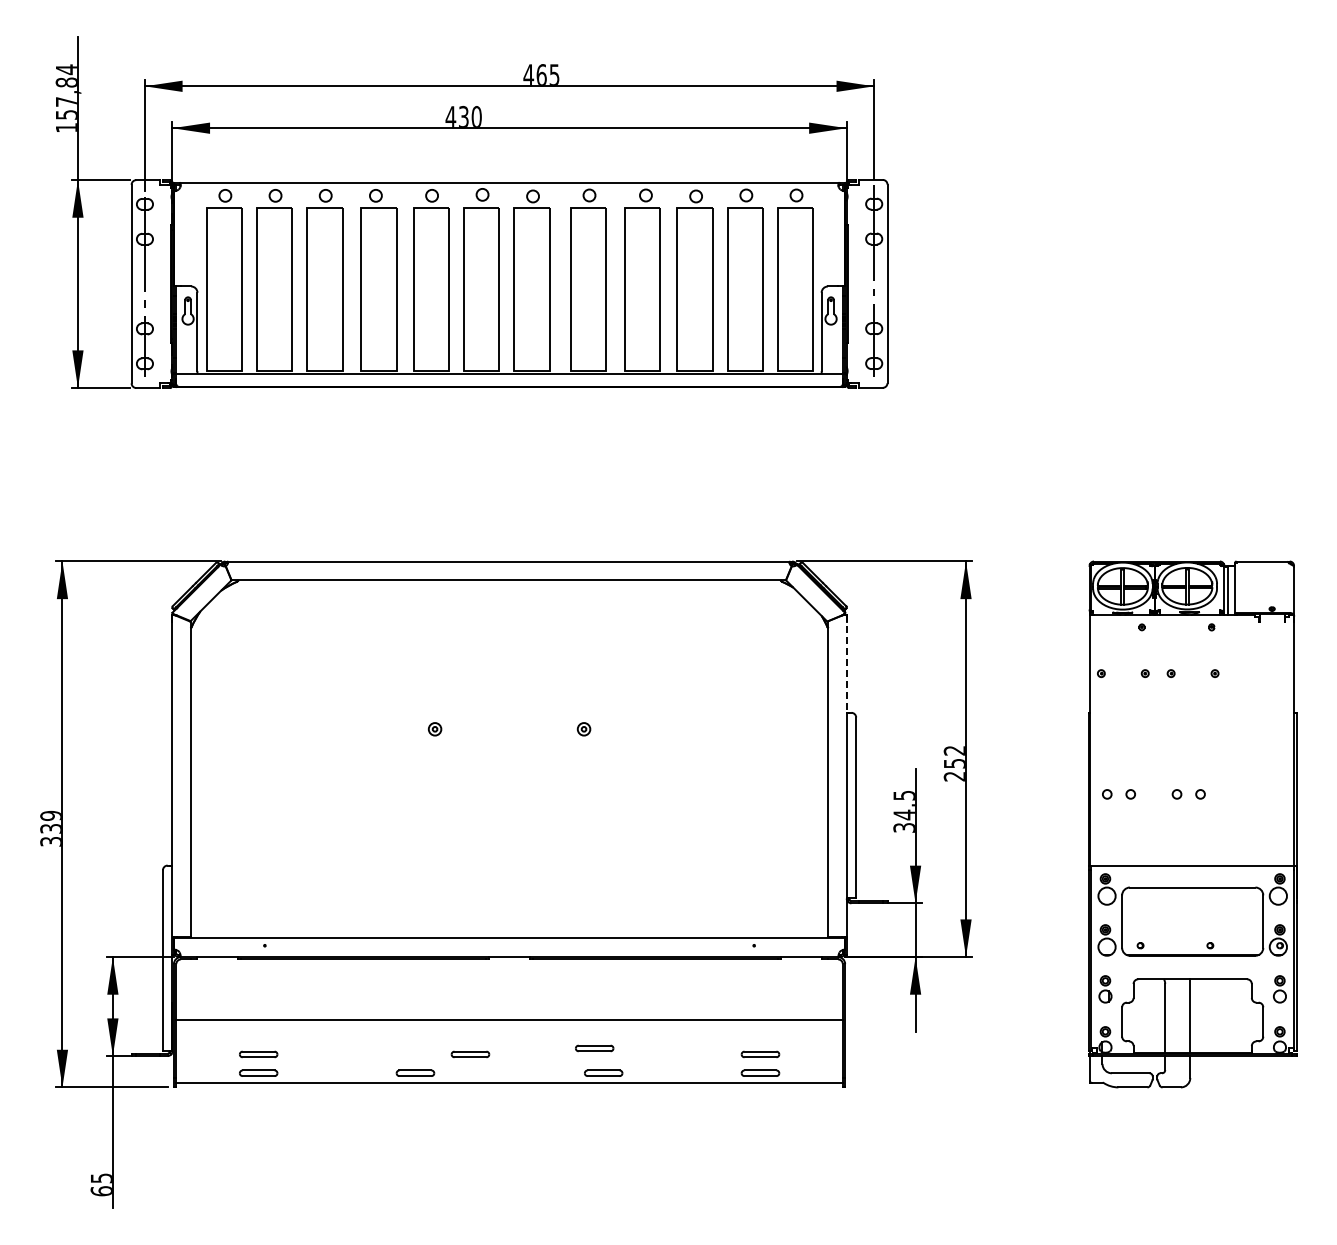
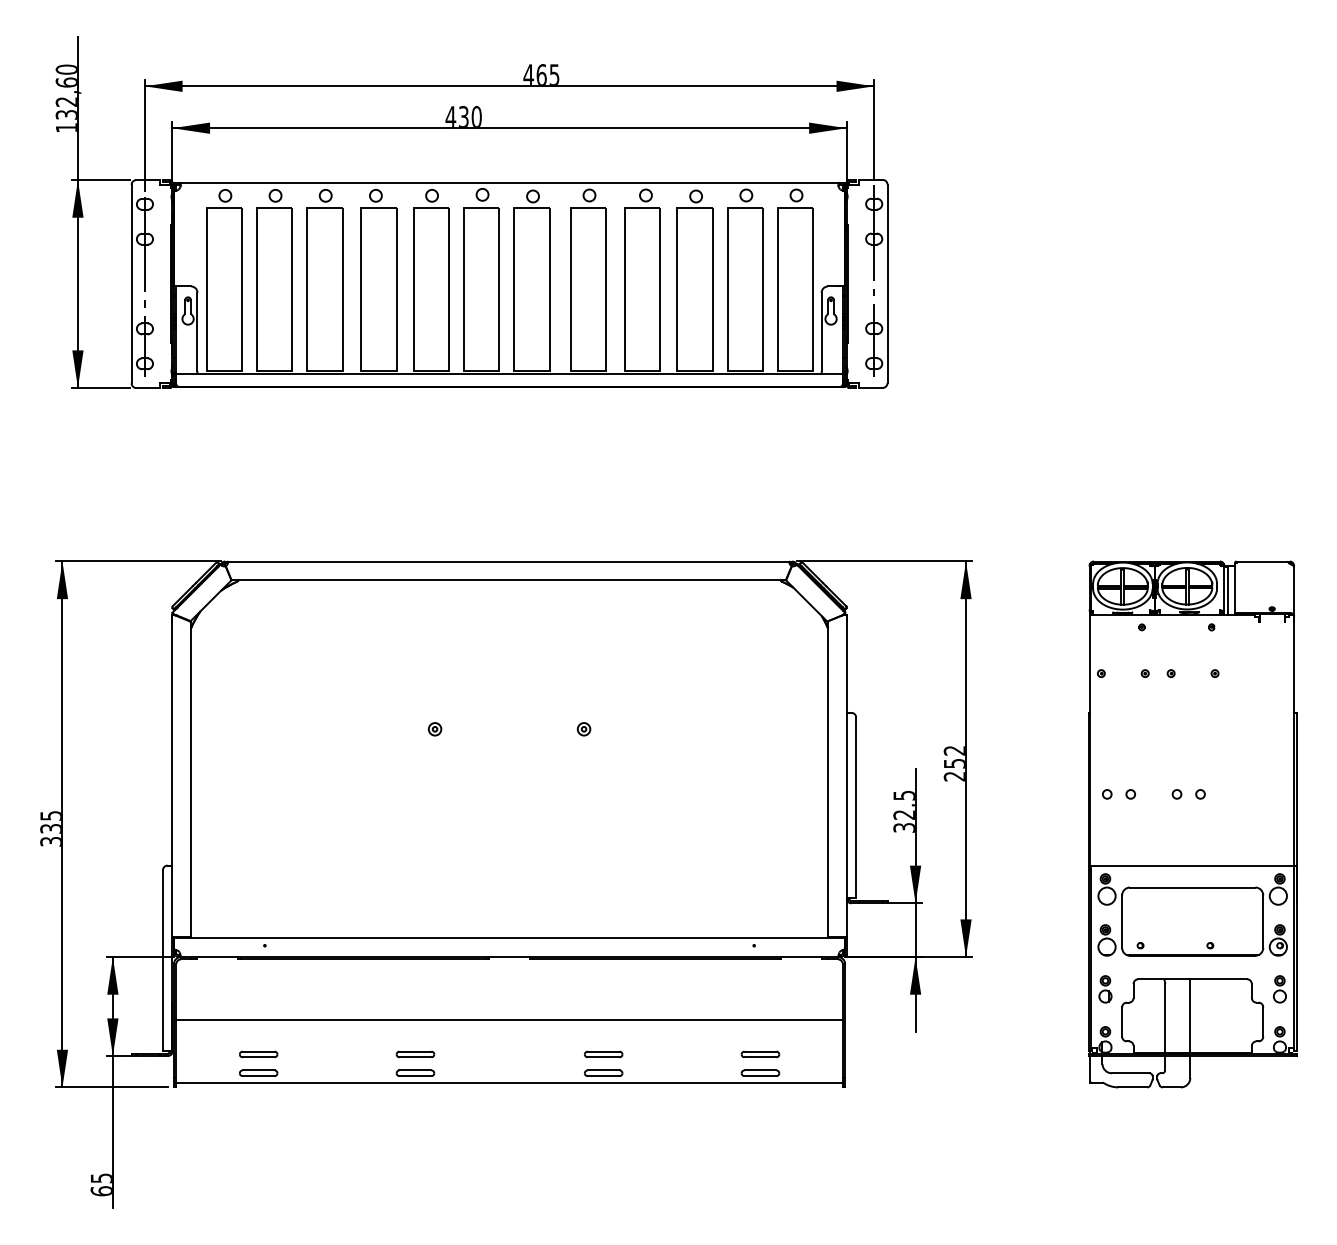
text at (65, 91): 157,84 -> 132,60
line at (846, 664): dashed -> solid
text at (903, 814): 34.5 -> 32.5
text at (50, 815): 339 -> 335
part at (594, 1048) position: (594, 1048) -> (603, 1054)
part at (470, 1053) position: (470, 1053) -> (415, 1053)
